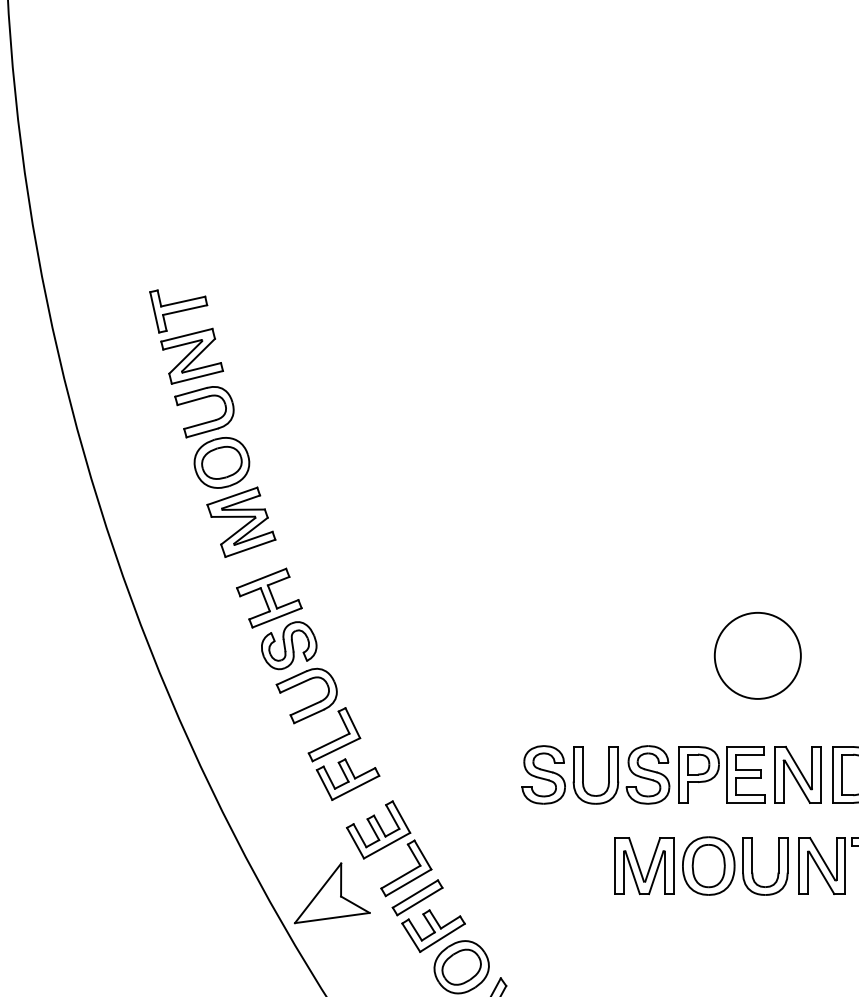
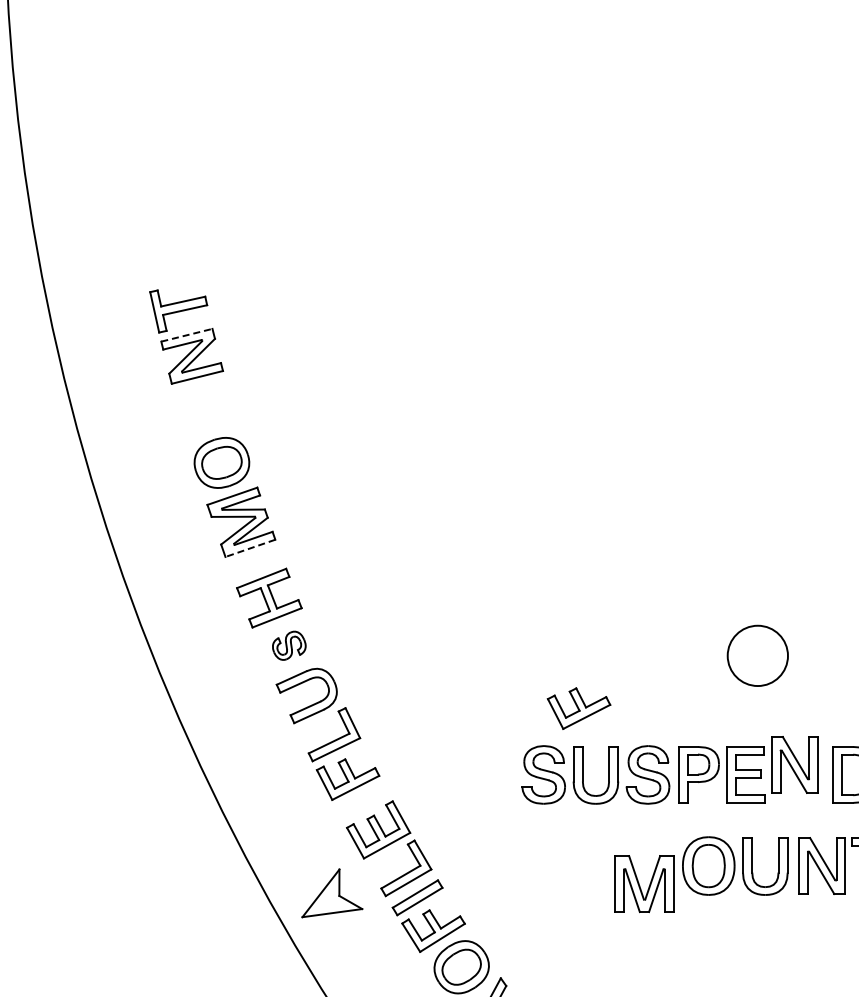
line at (187, 335): solid -> dashed
part at (206, 421): present -> none
line at (249, 548): solid -> dashed
part at (289, 645) size: 57x50 px -> 35x31 px
circle at (757, 655) diameter: 86 px -> 60 px
part at (578, 708): none -> present
part at (797, 774) position: (797, 774) -> (794, 764)
part at (644, 865) position: (644, 865) -> (644, 883)
part at (332, 893) size: 77x63 px -> 63x51 px
